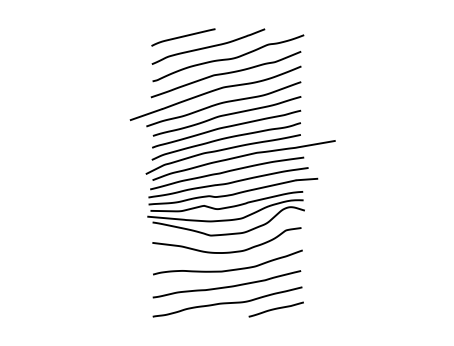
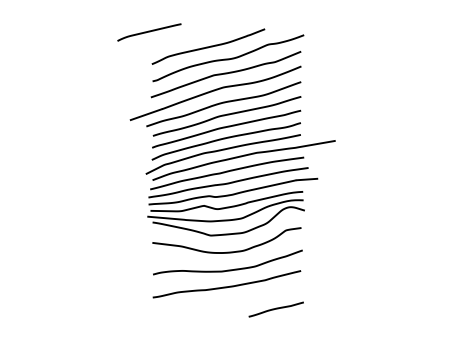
curve at (183, 37) position: (183, 37) -> (149, 32)
curve at (227, 302): present -> none
